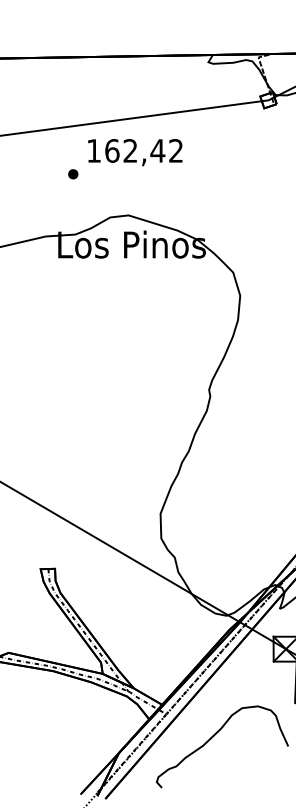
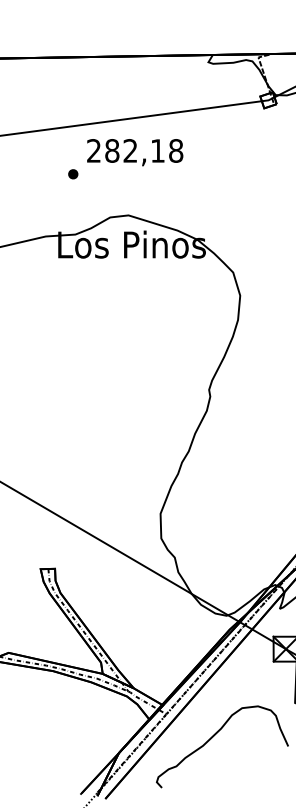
text at (135, 150): 162,42 -> 282,18
